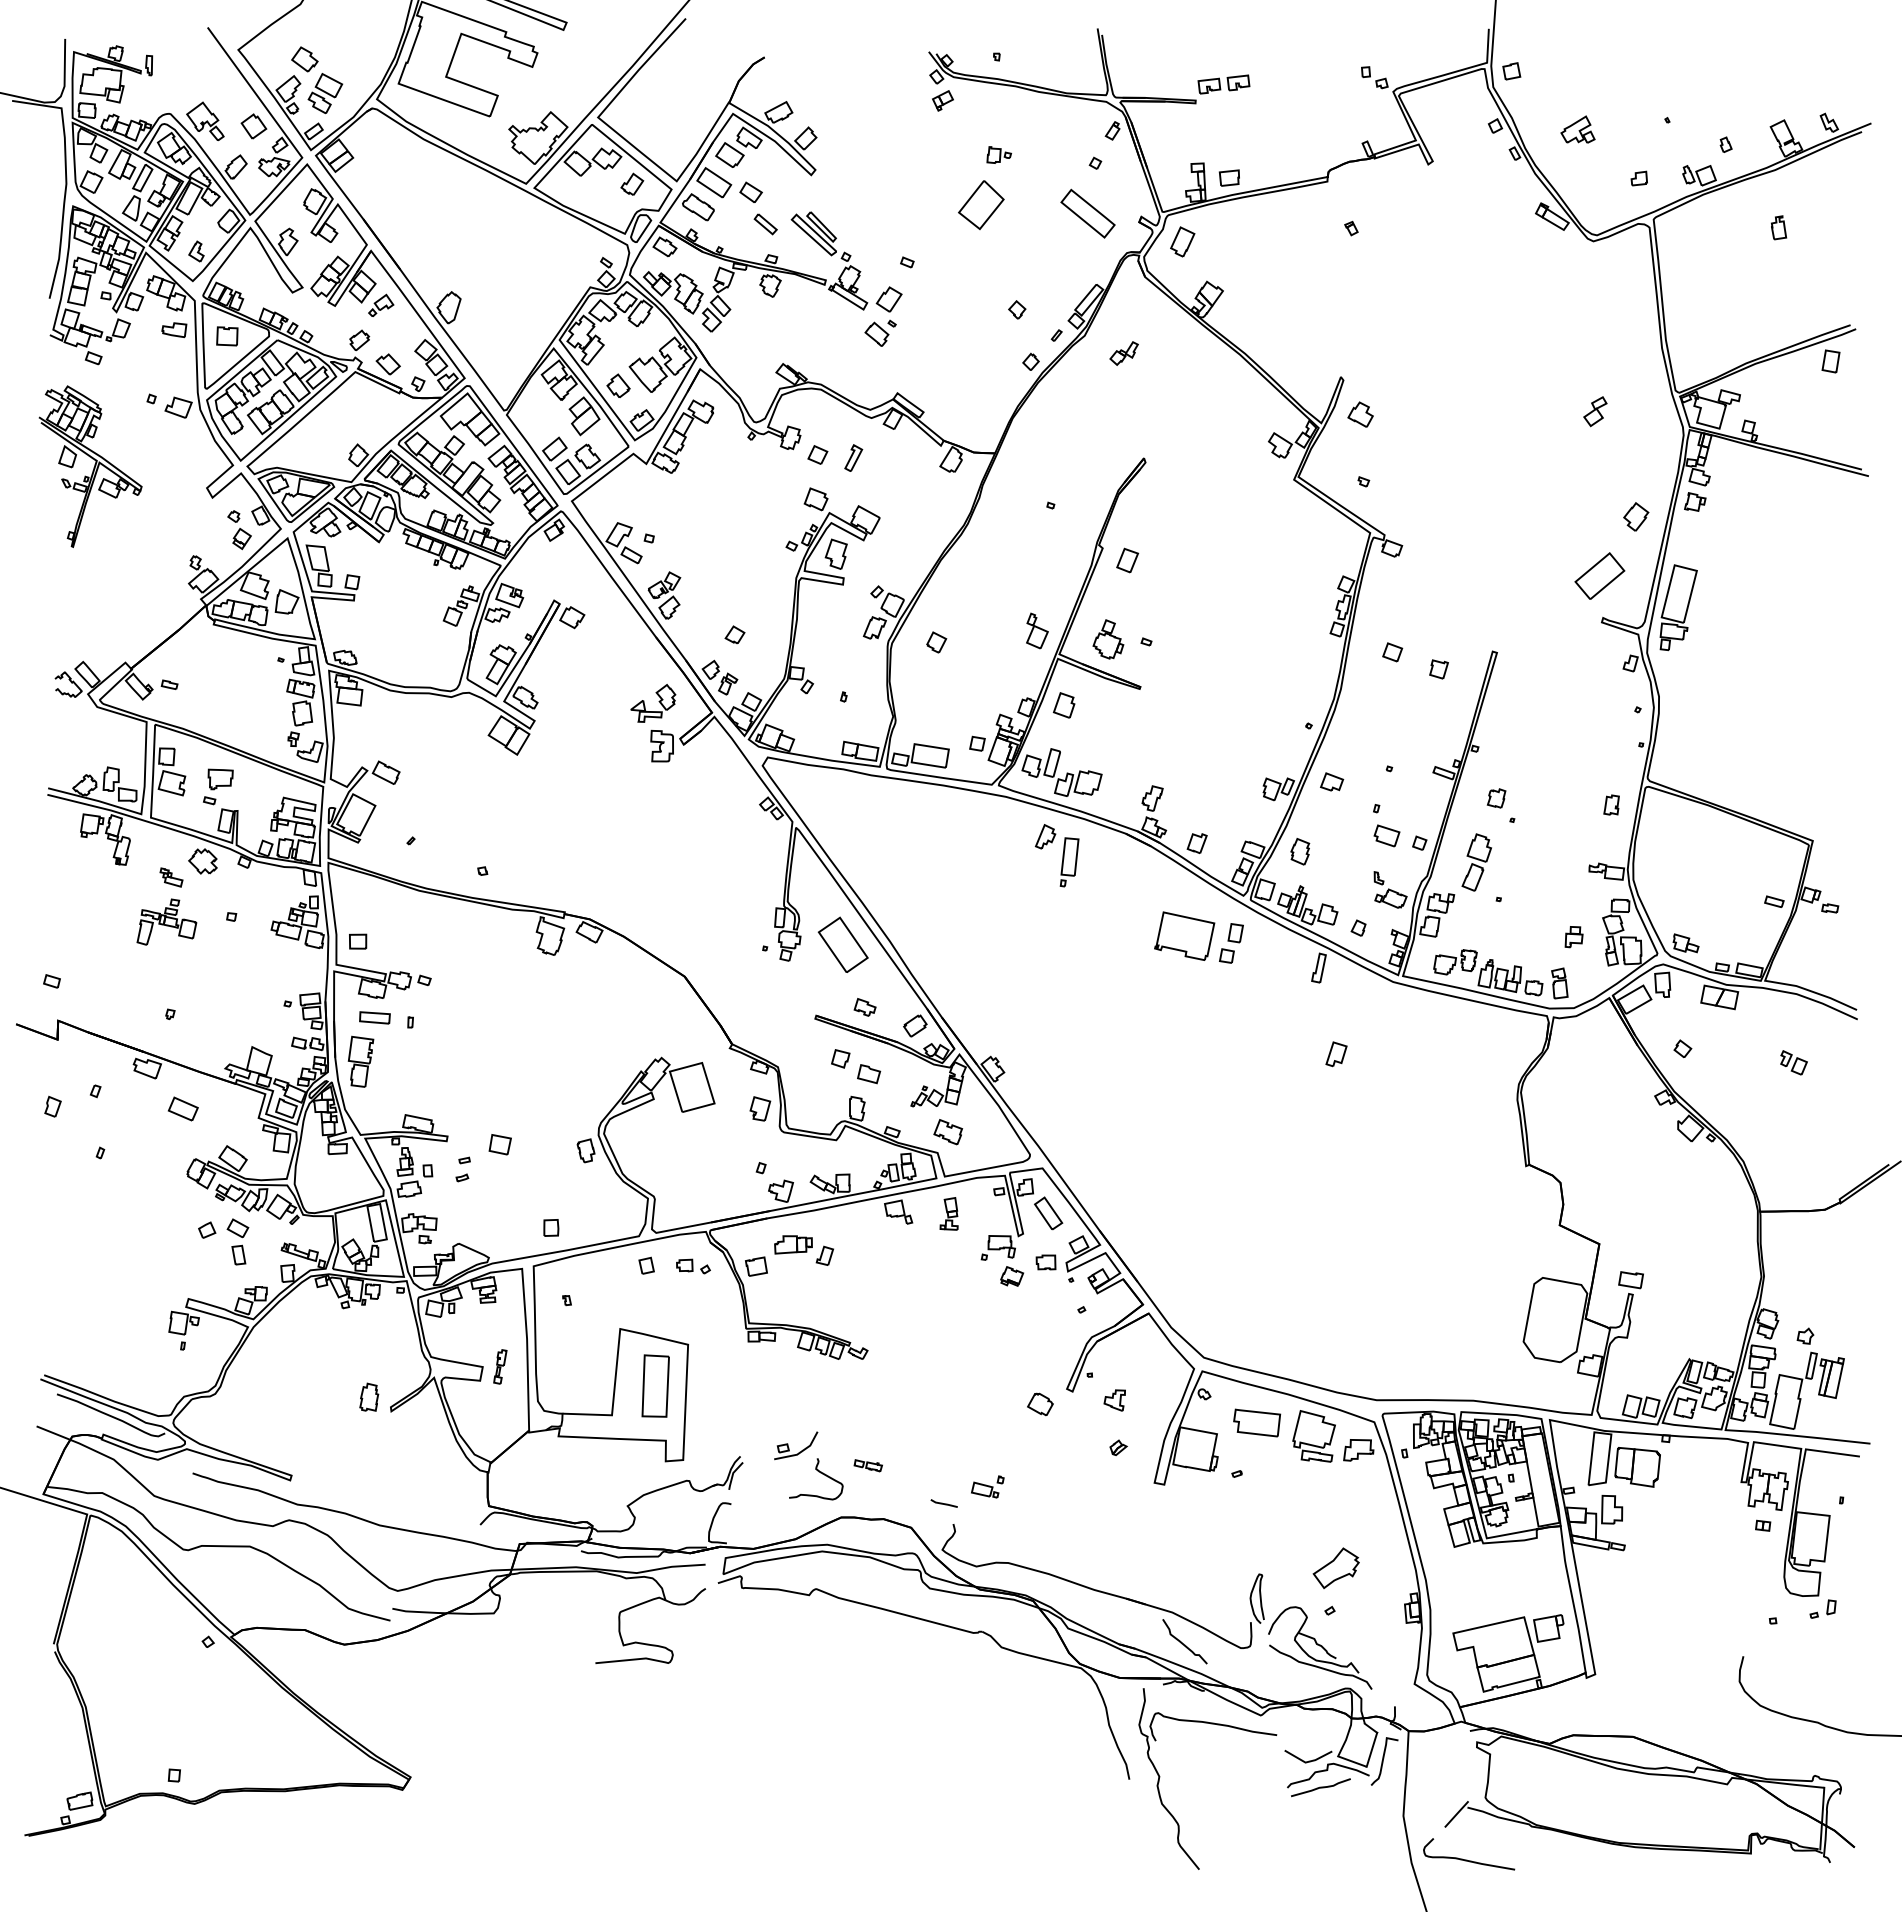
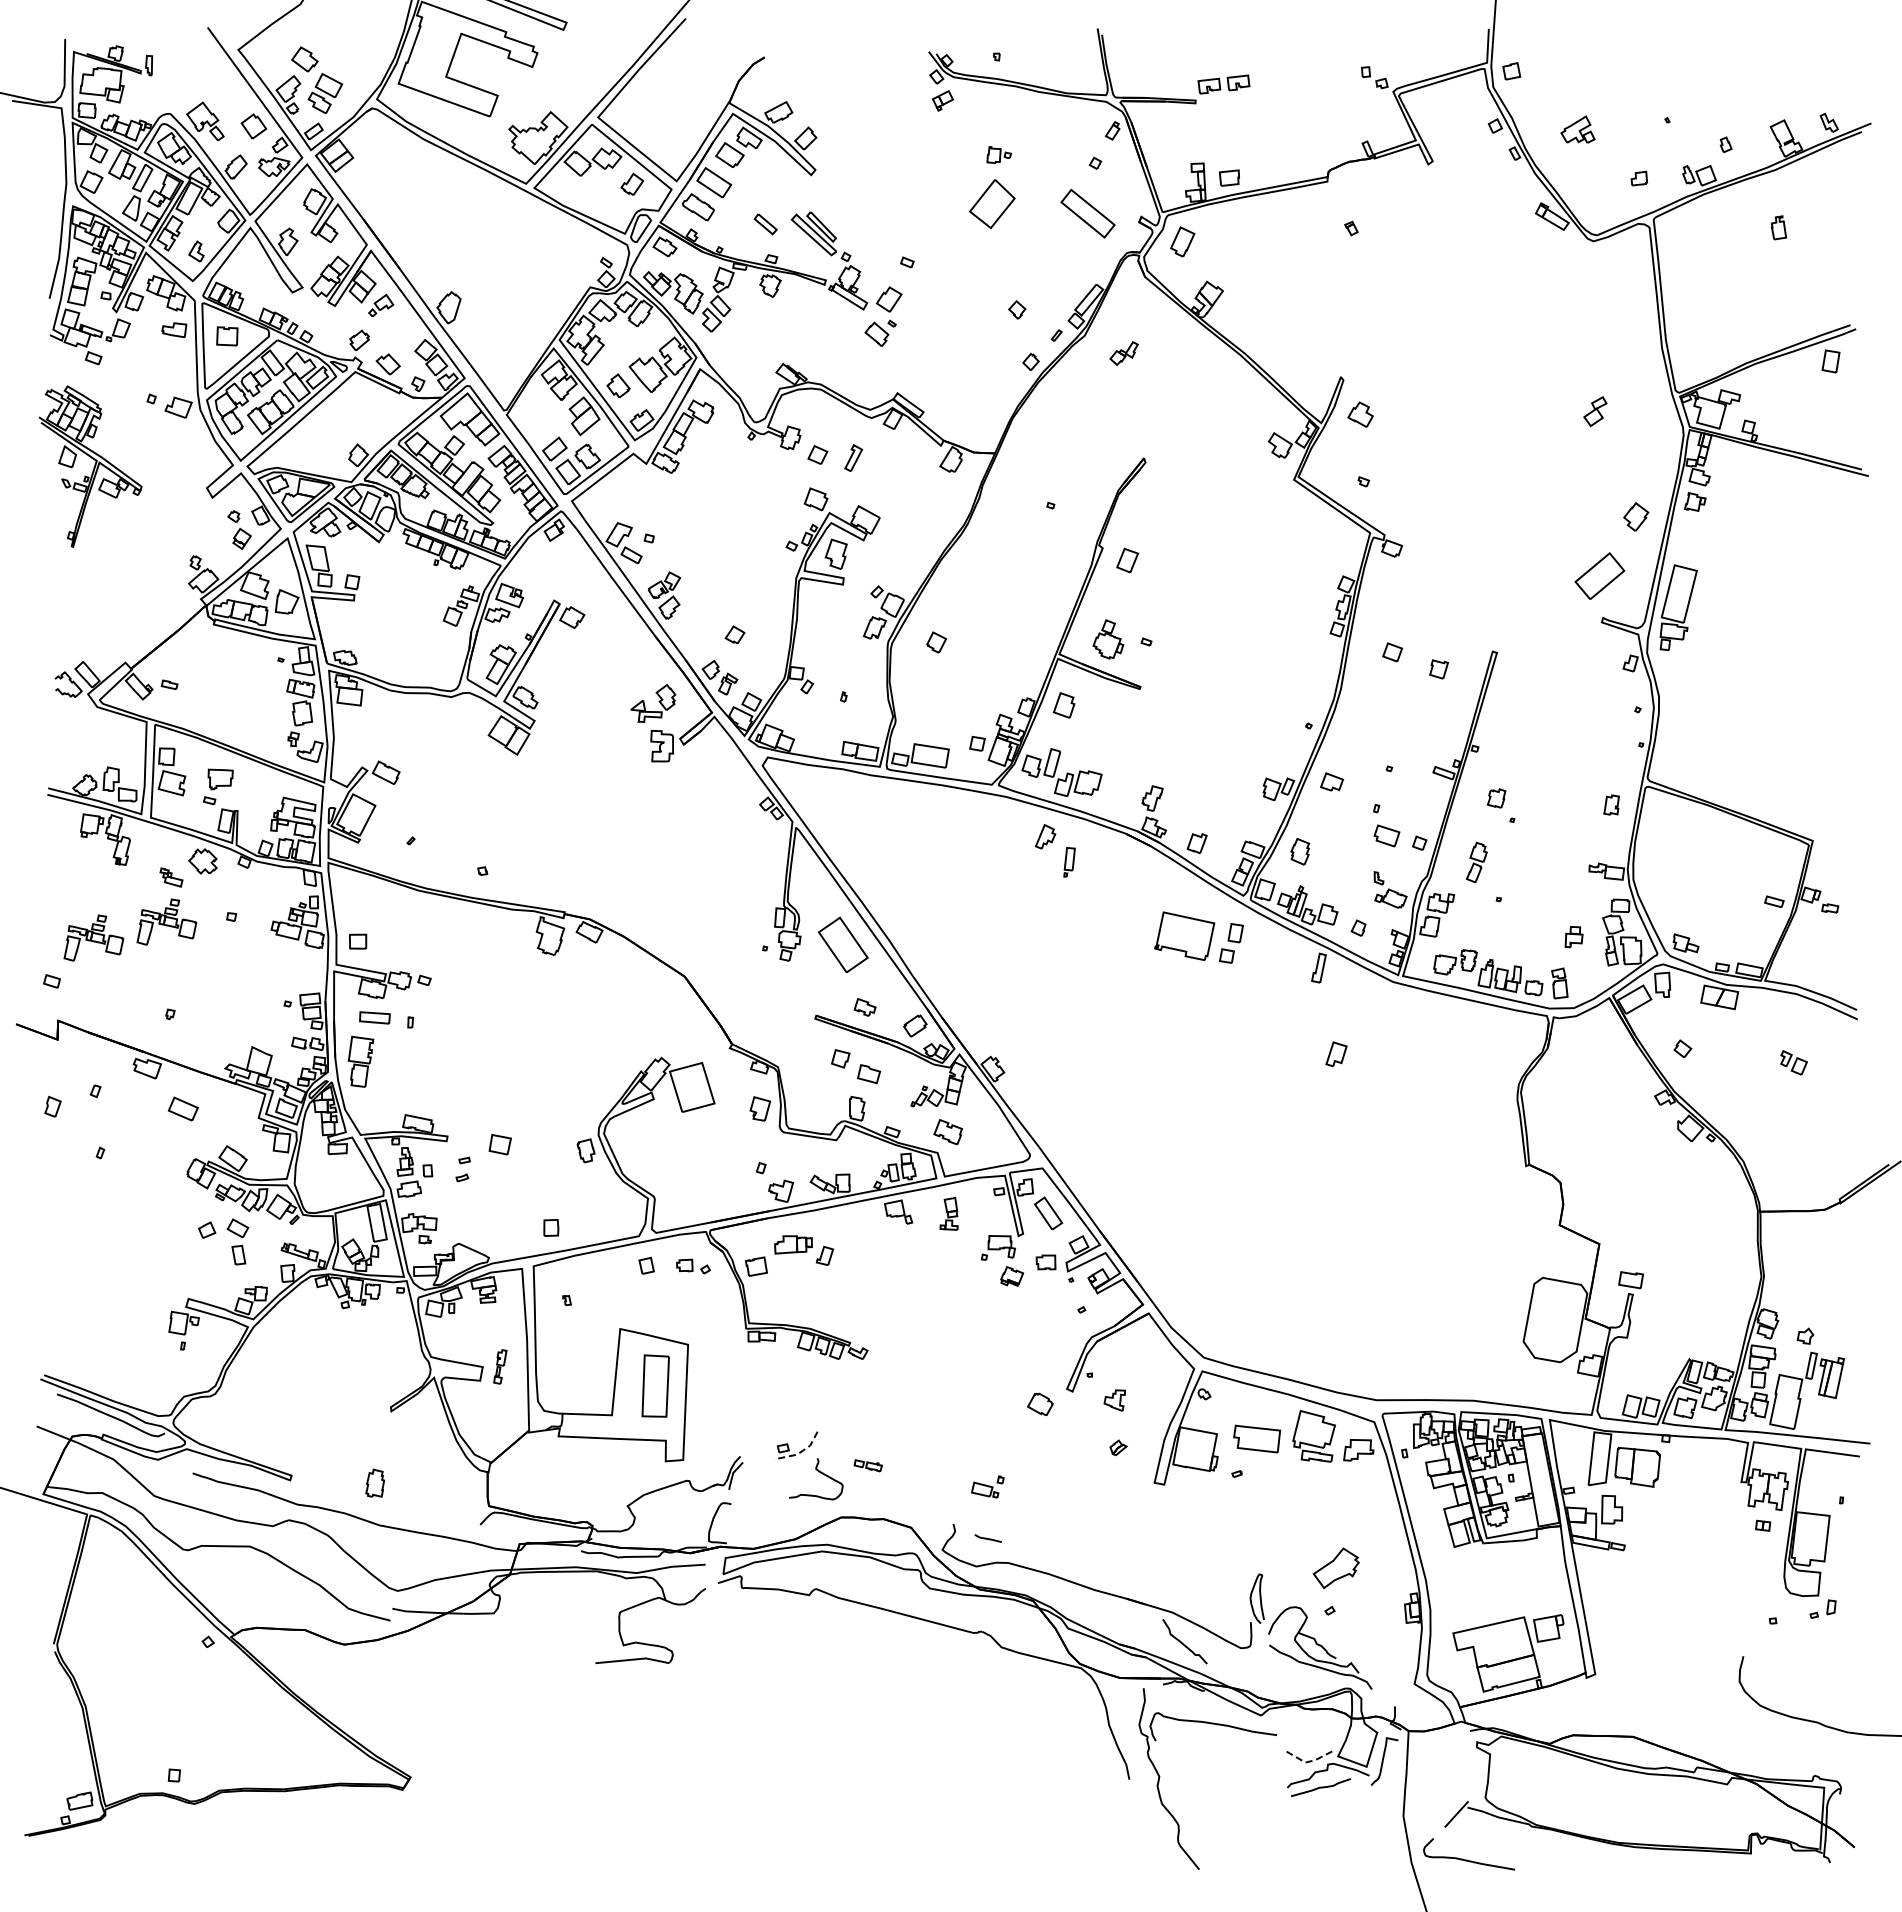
part at (750, 191): present -> none
part at (981, 204) position: (981, 204) -> (992, 203)
part at (1037, 630): present -> none
part at (1069, 862) size: 21x51 px -> 13x31 px
part at (1476, 862) size: 32x59 px -> 23x43 px
part at (93, 937): none -> present
part at (369, 1396) position: (369, 1396) -> (375, 1482)
part at (1257, 1422) position: (1257, 1422) -> (1257, 1438)
line at (800, 1452): solid -> dashed
line at (943, 1503) position: (943, 1503) -> (987, 1538)
line at (1307, 1762): solid -> dashed
